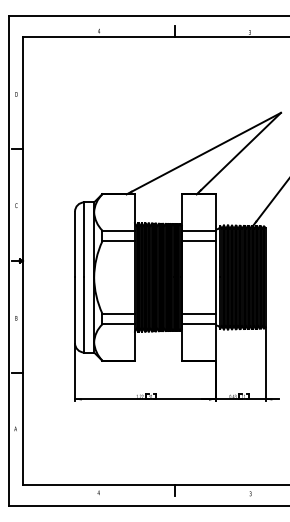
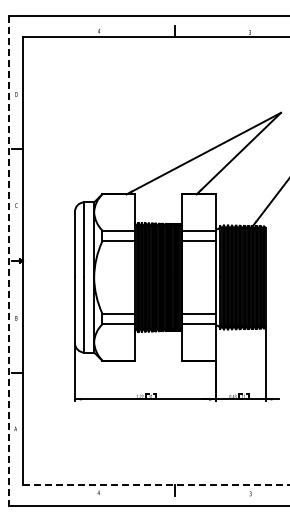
line at (8, 261): solid -> dashed
line at (156, 484): solid -> dashed
